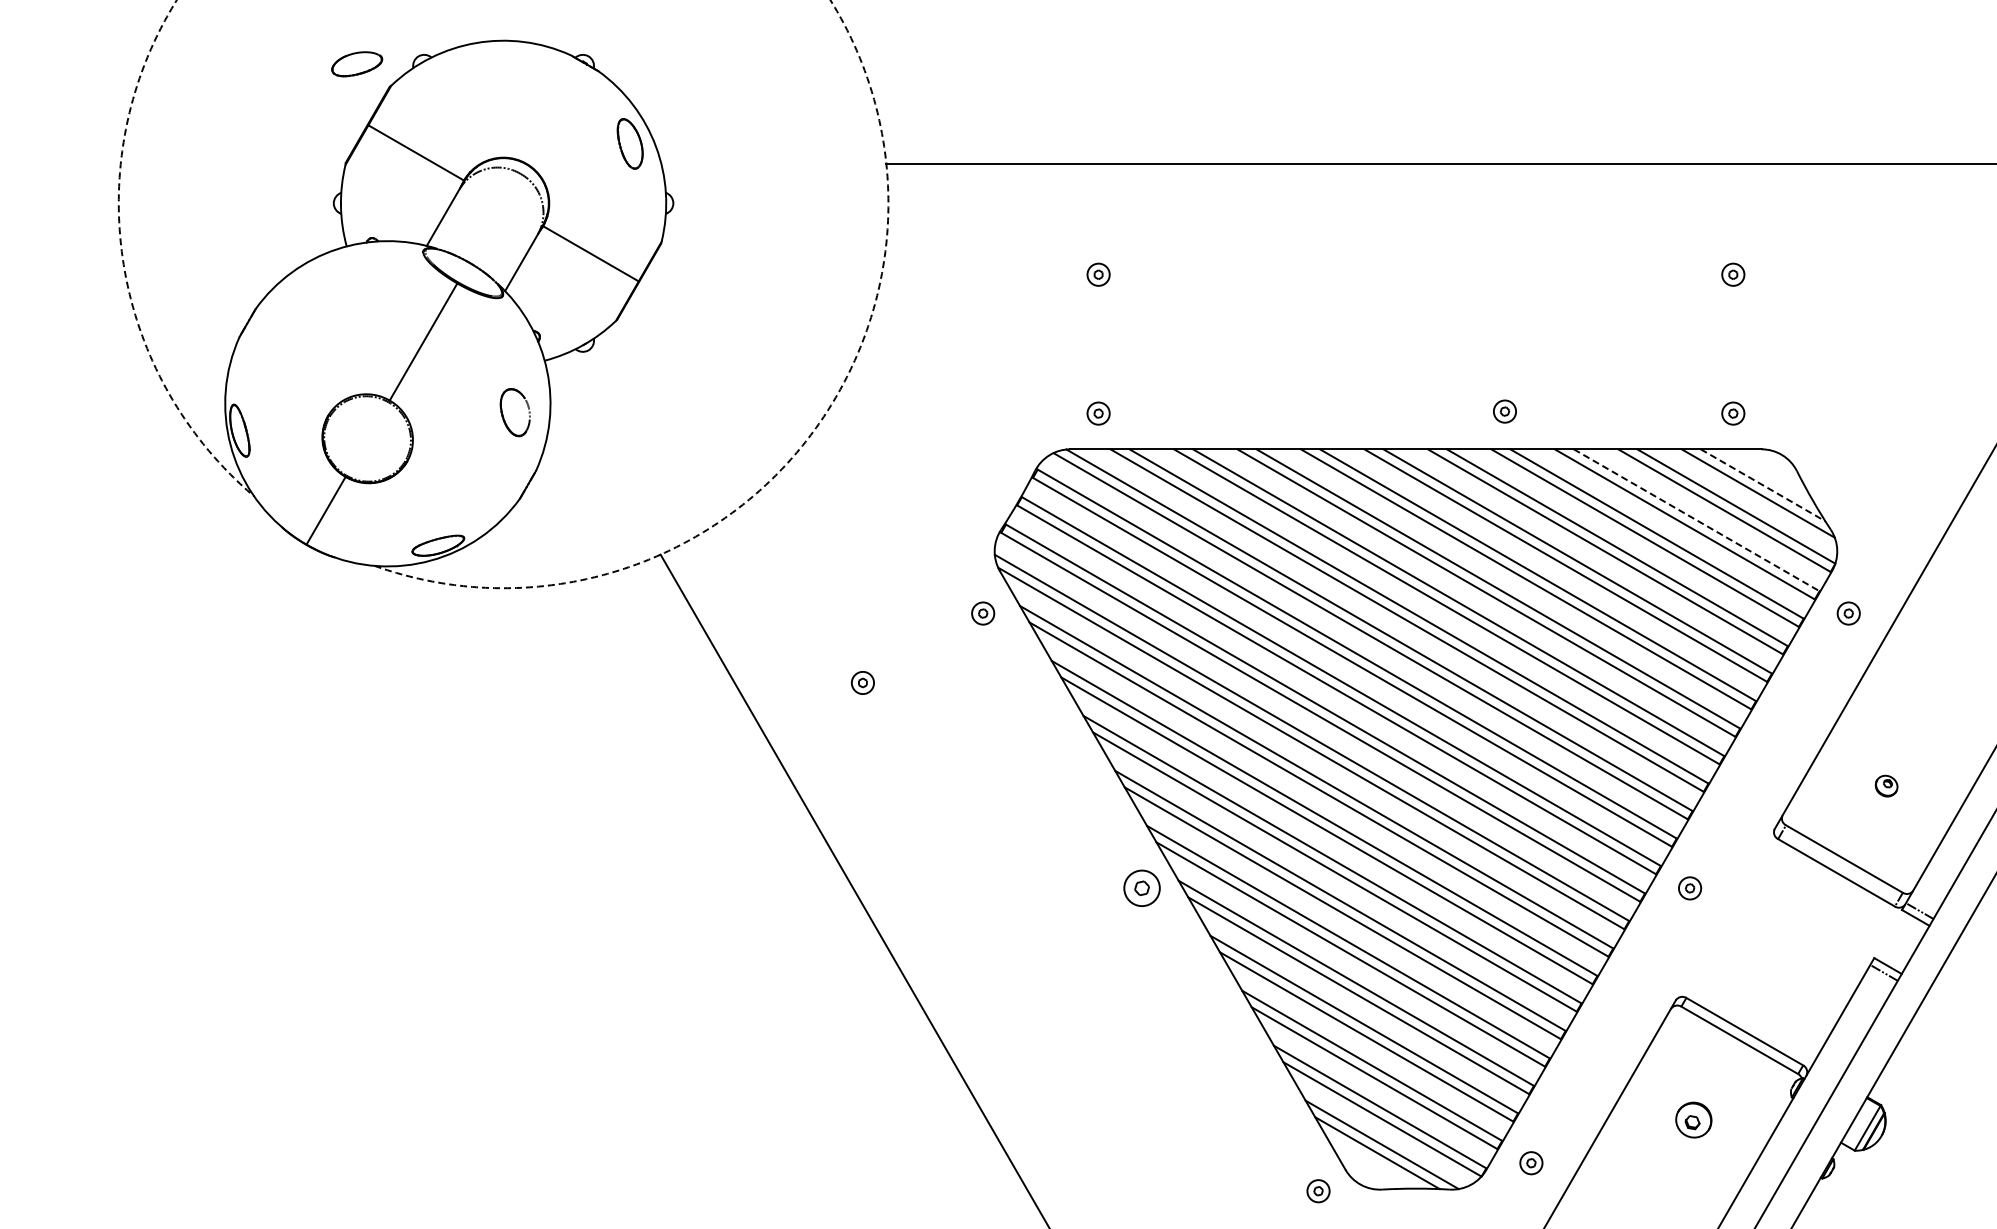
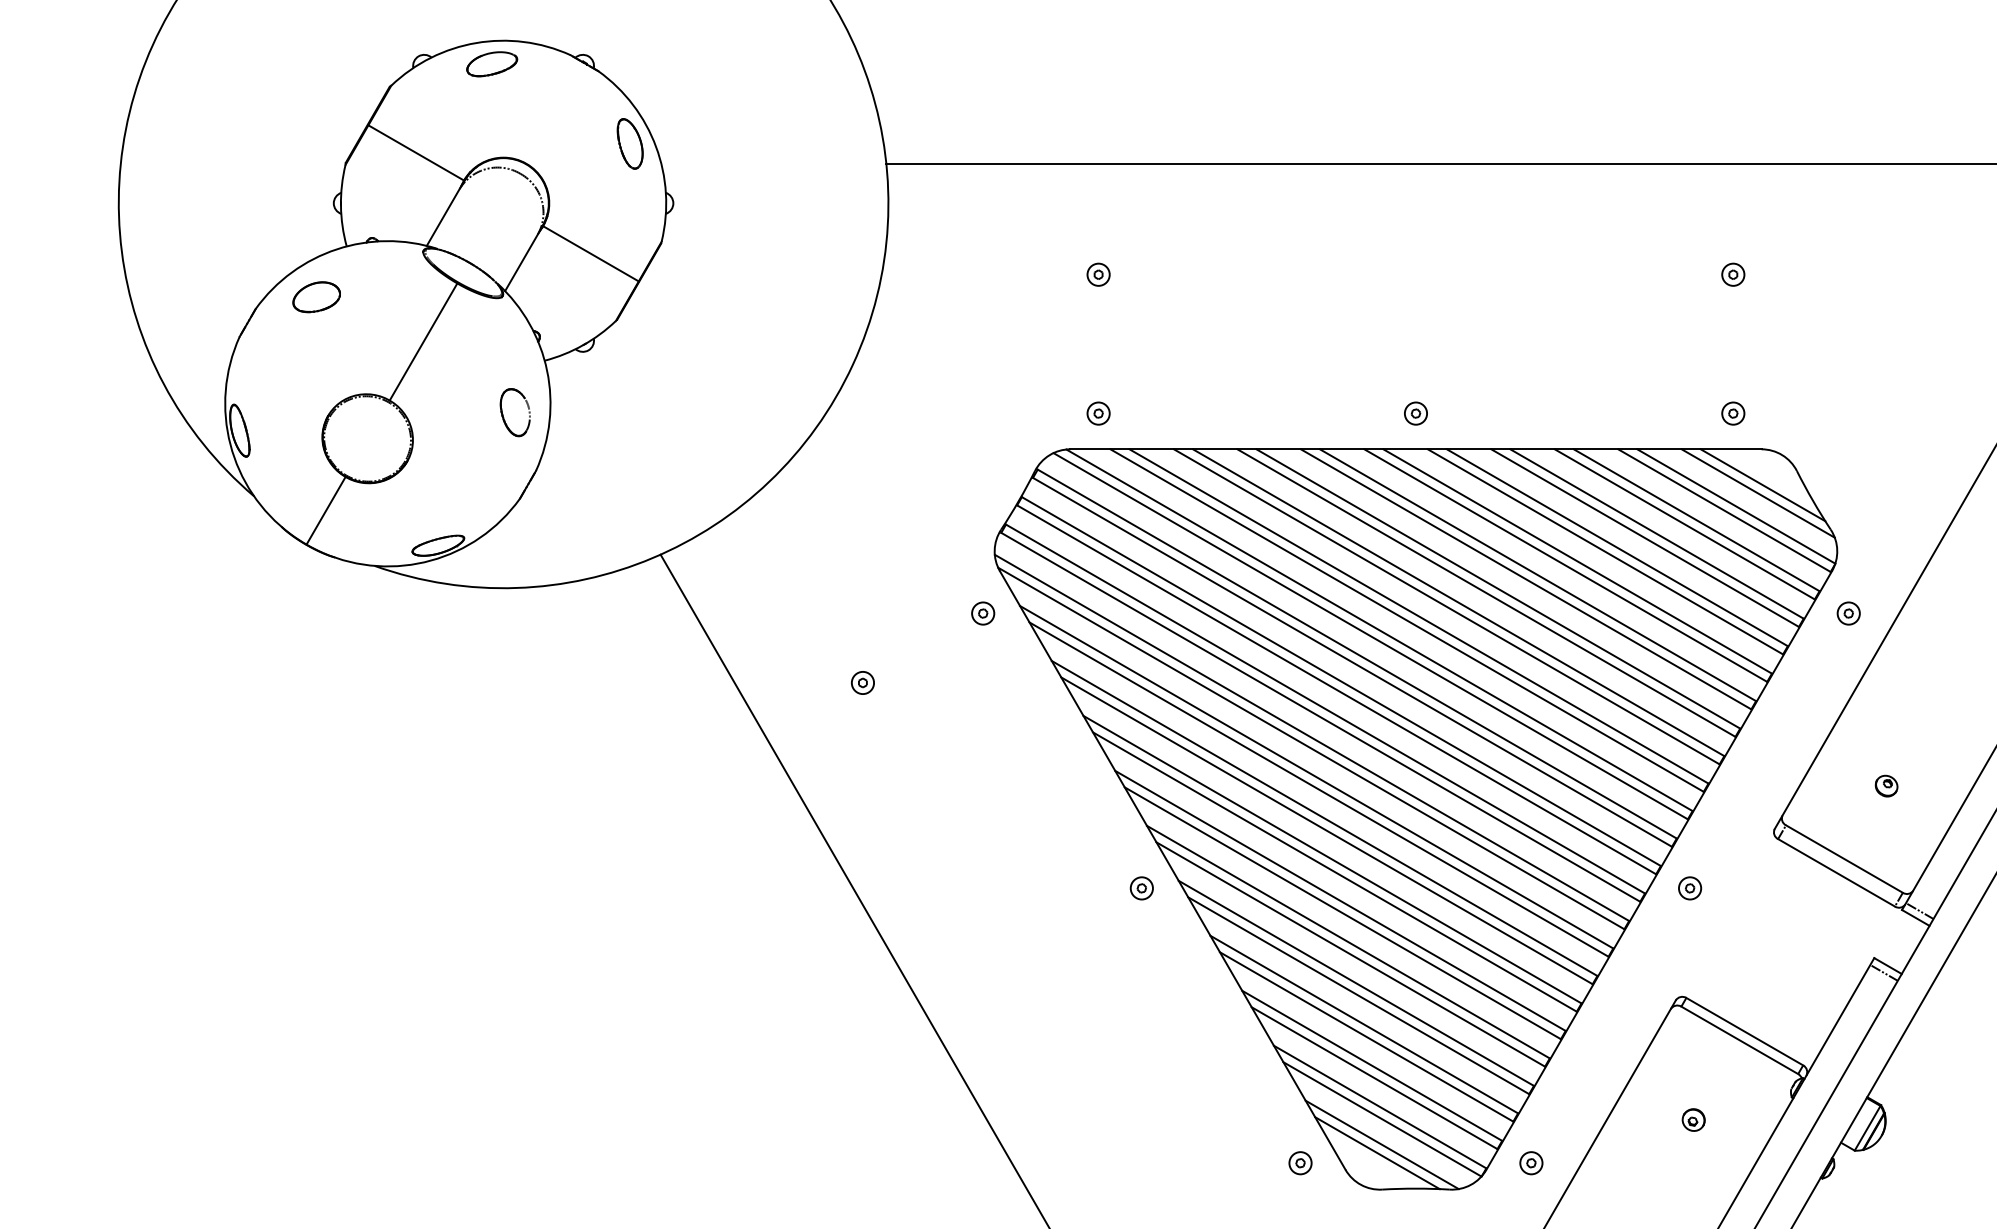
part at (357, 64) position: (357, 64) -> (492, 64)
arc at (888, 190): dashed -> solid
part at (316, 297): none -> present
part at (1504, 411) position: (1504, 411) -> (1415, 413)
line at (1763, 485): dashed -> solid
line at (1696, 520): dashed -> solid
part at (1141, 887) size: 38x38 px -> 25x25 px
part at (1693, 1119) size: 38x38 px -> 25x24 px
part at (1318, 1191) position: (1318, 1191) -> (1300, 1163)
